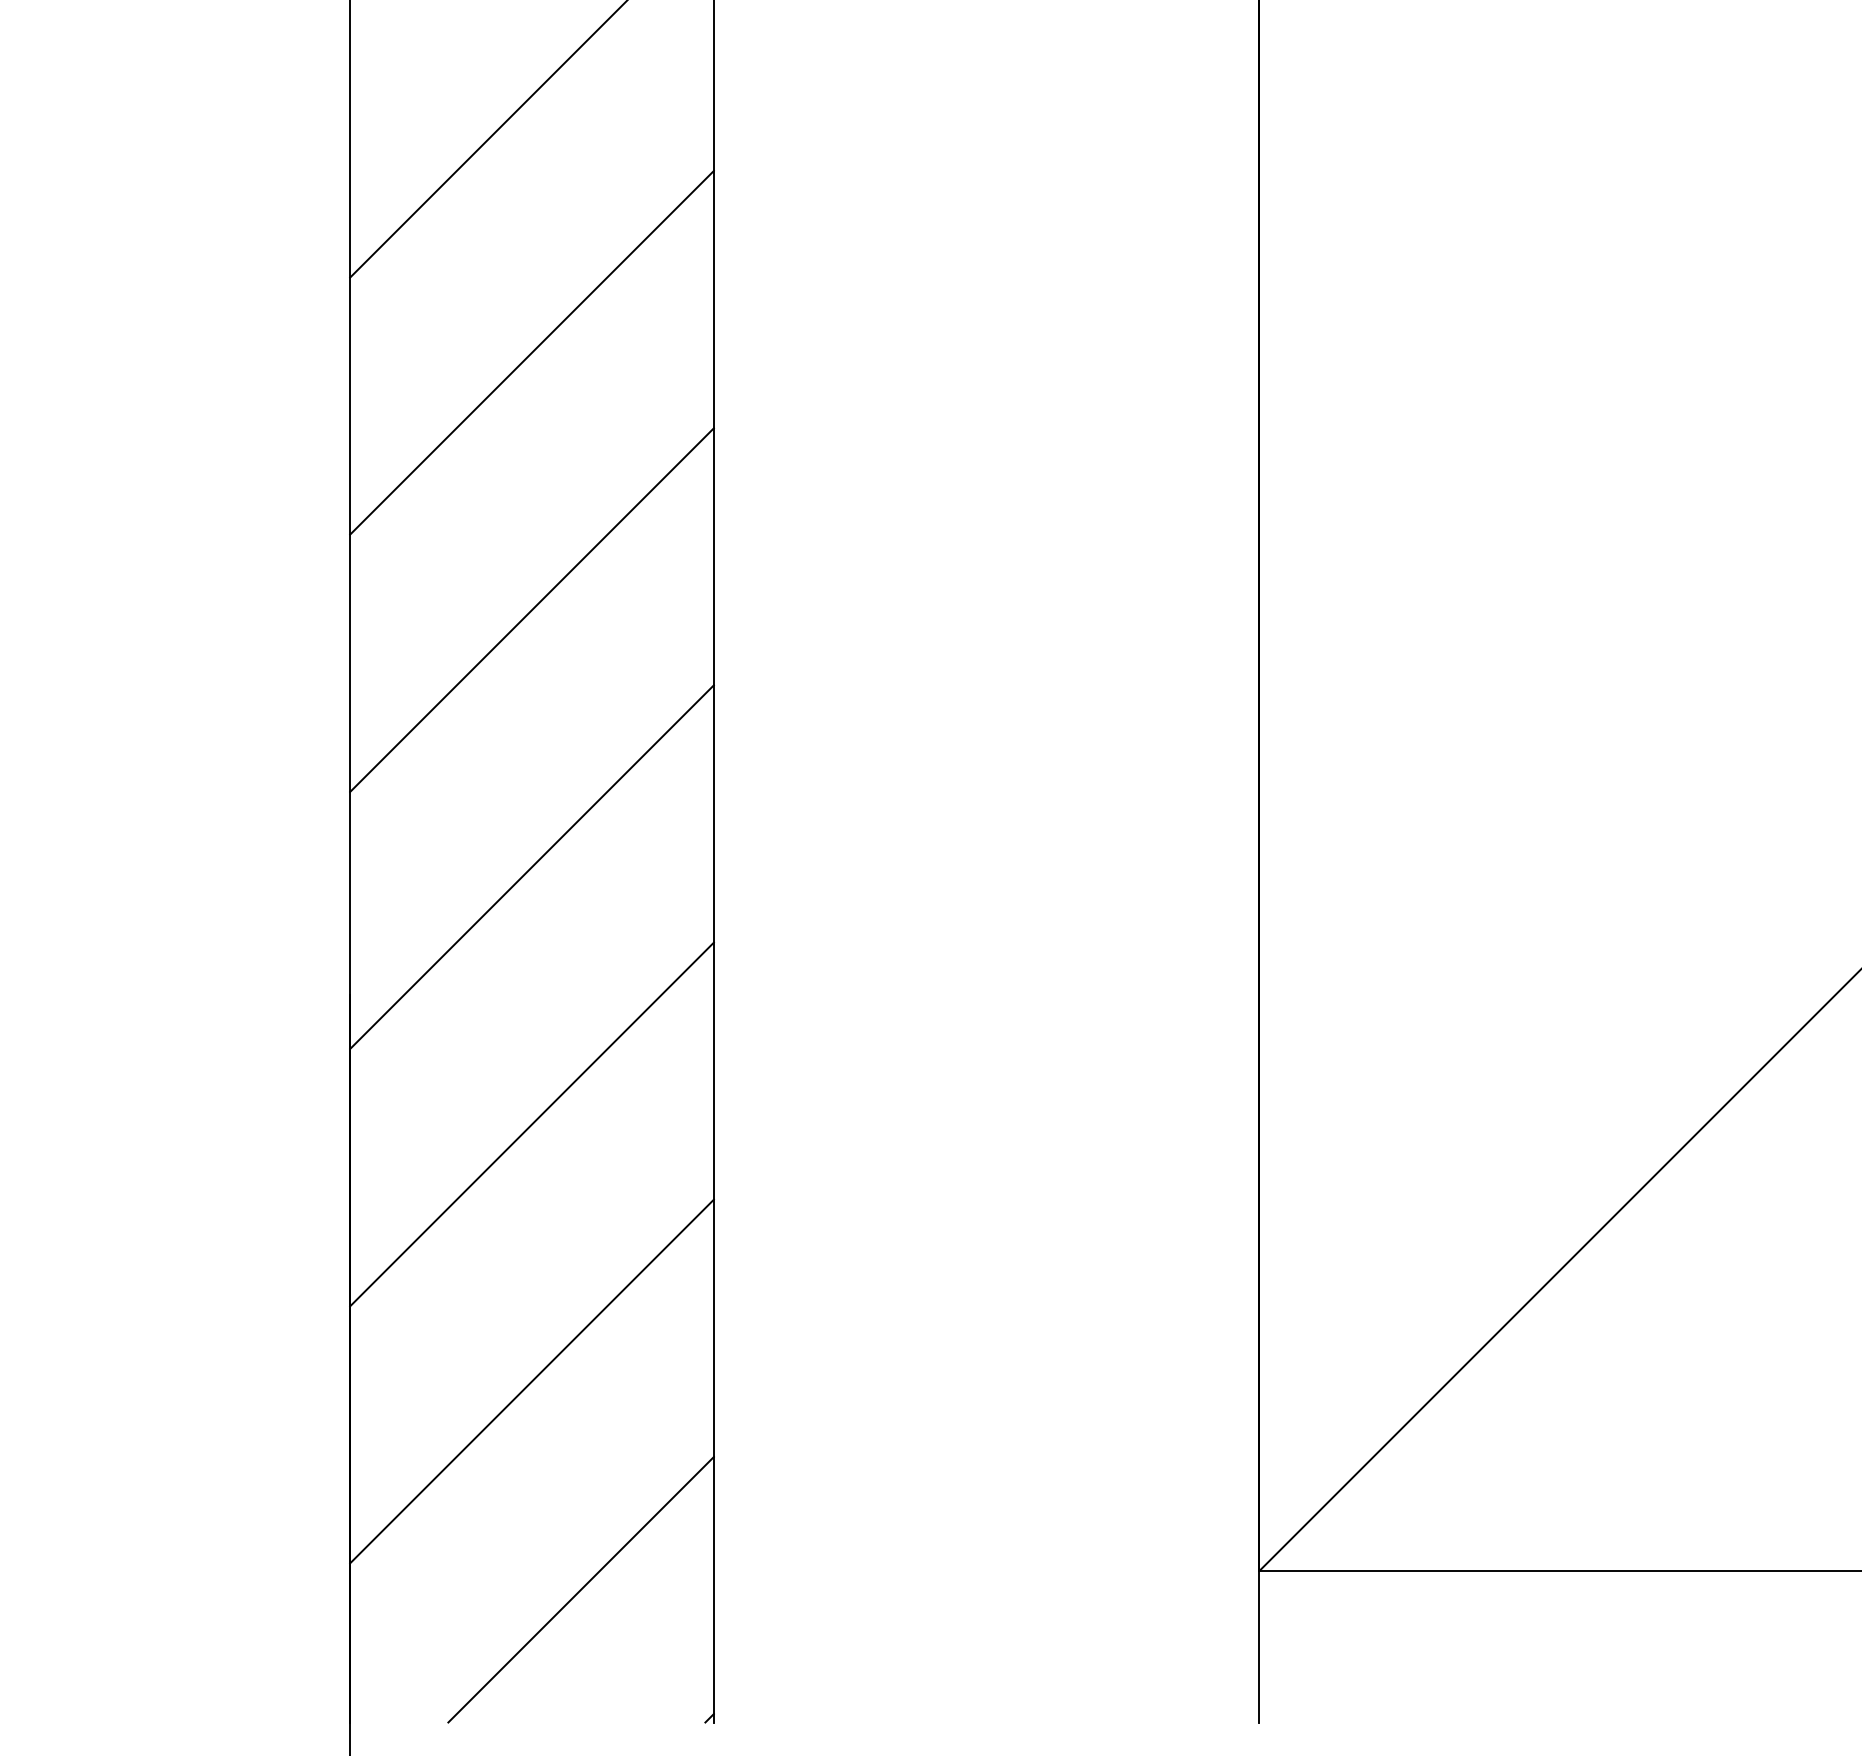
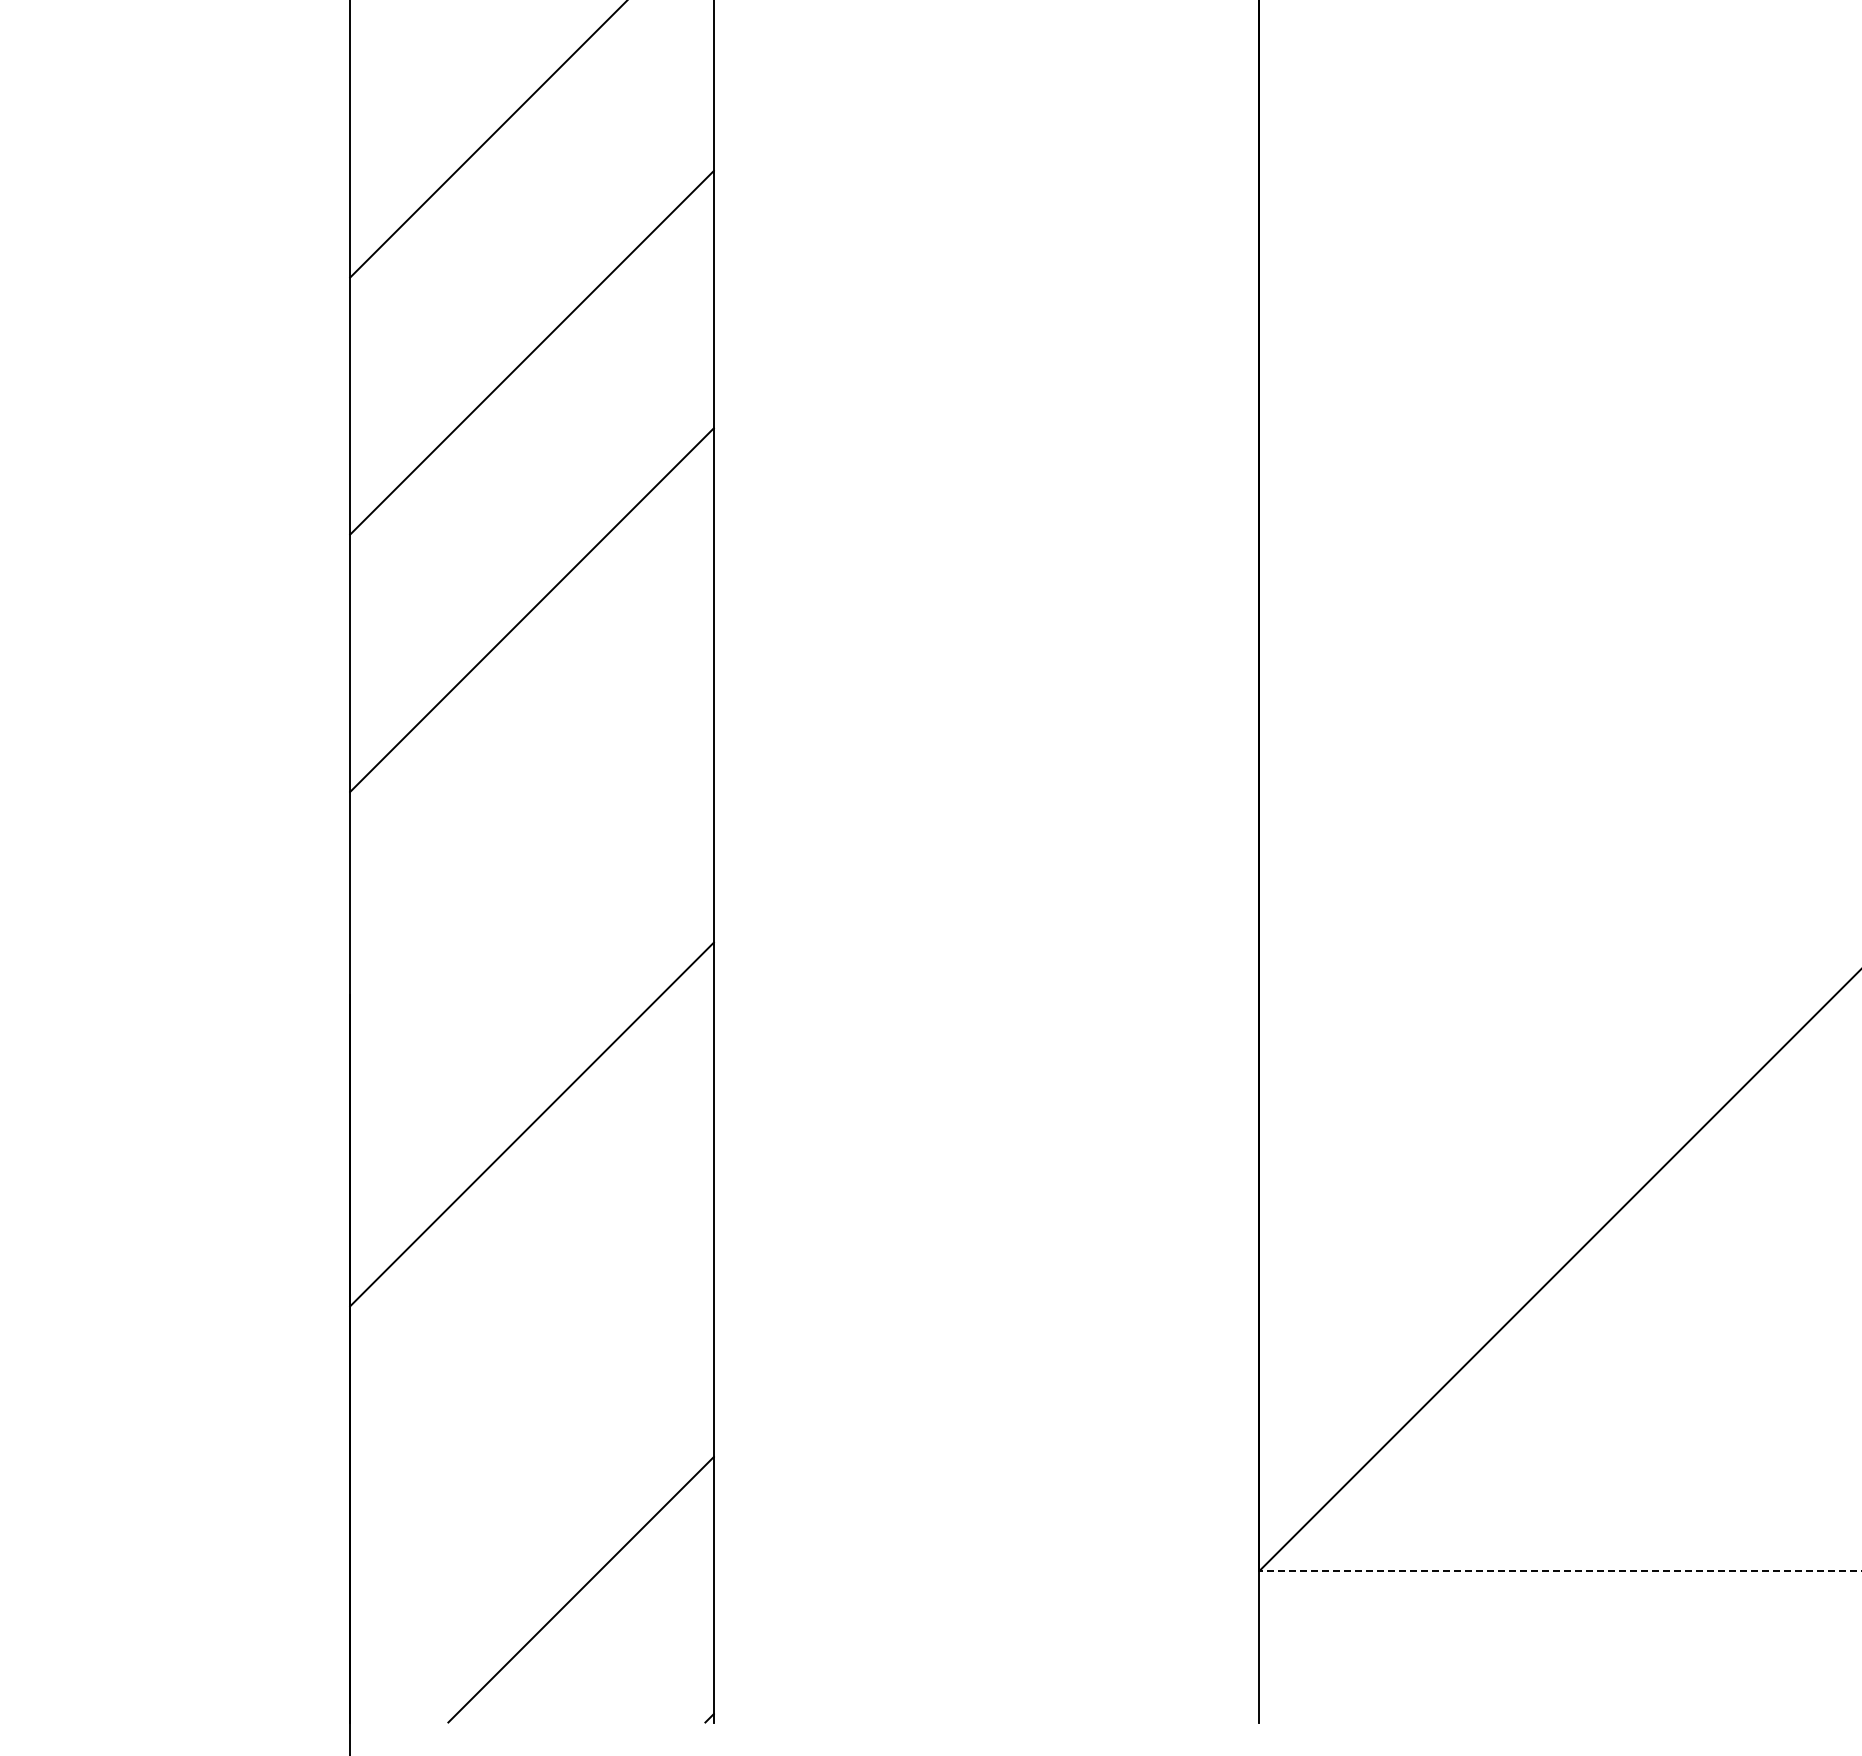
line at (531, 867): present -> none
line at (531, 1381): present -> none
line at (1560, 1570): solid -> dashed
